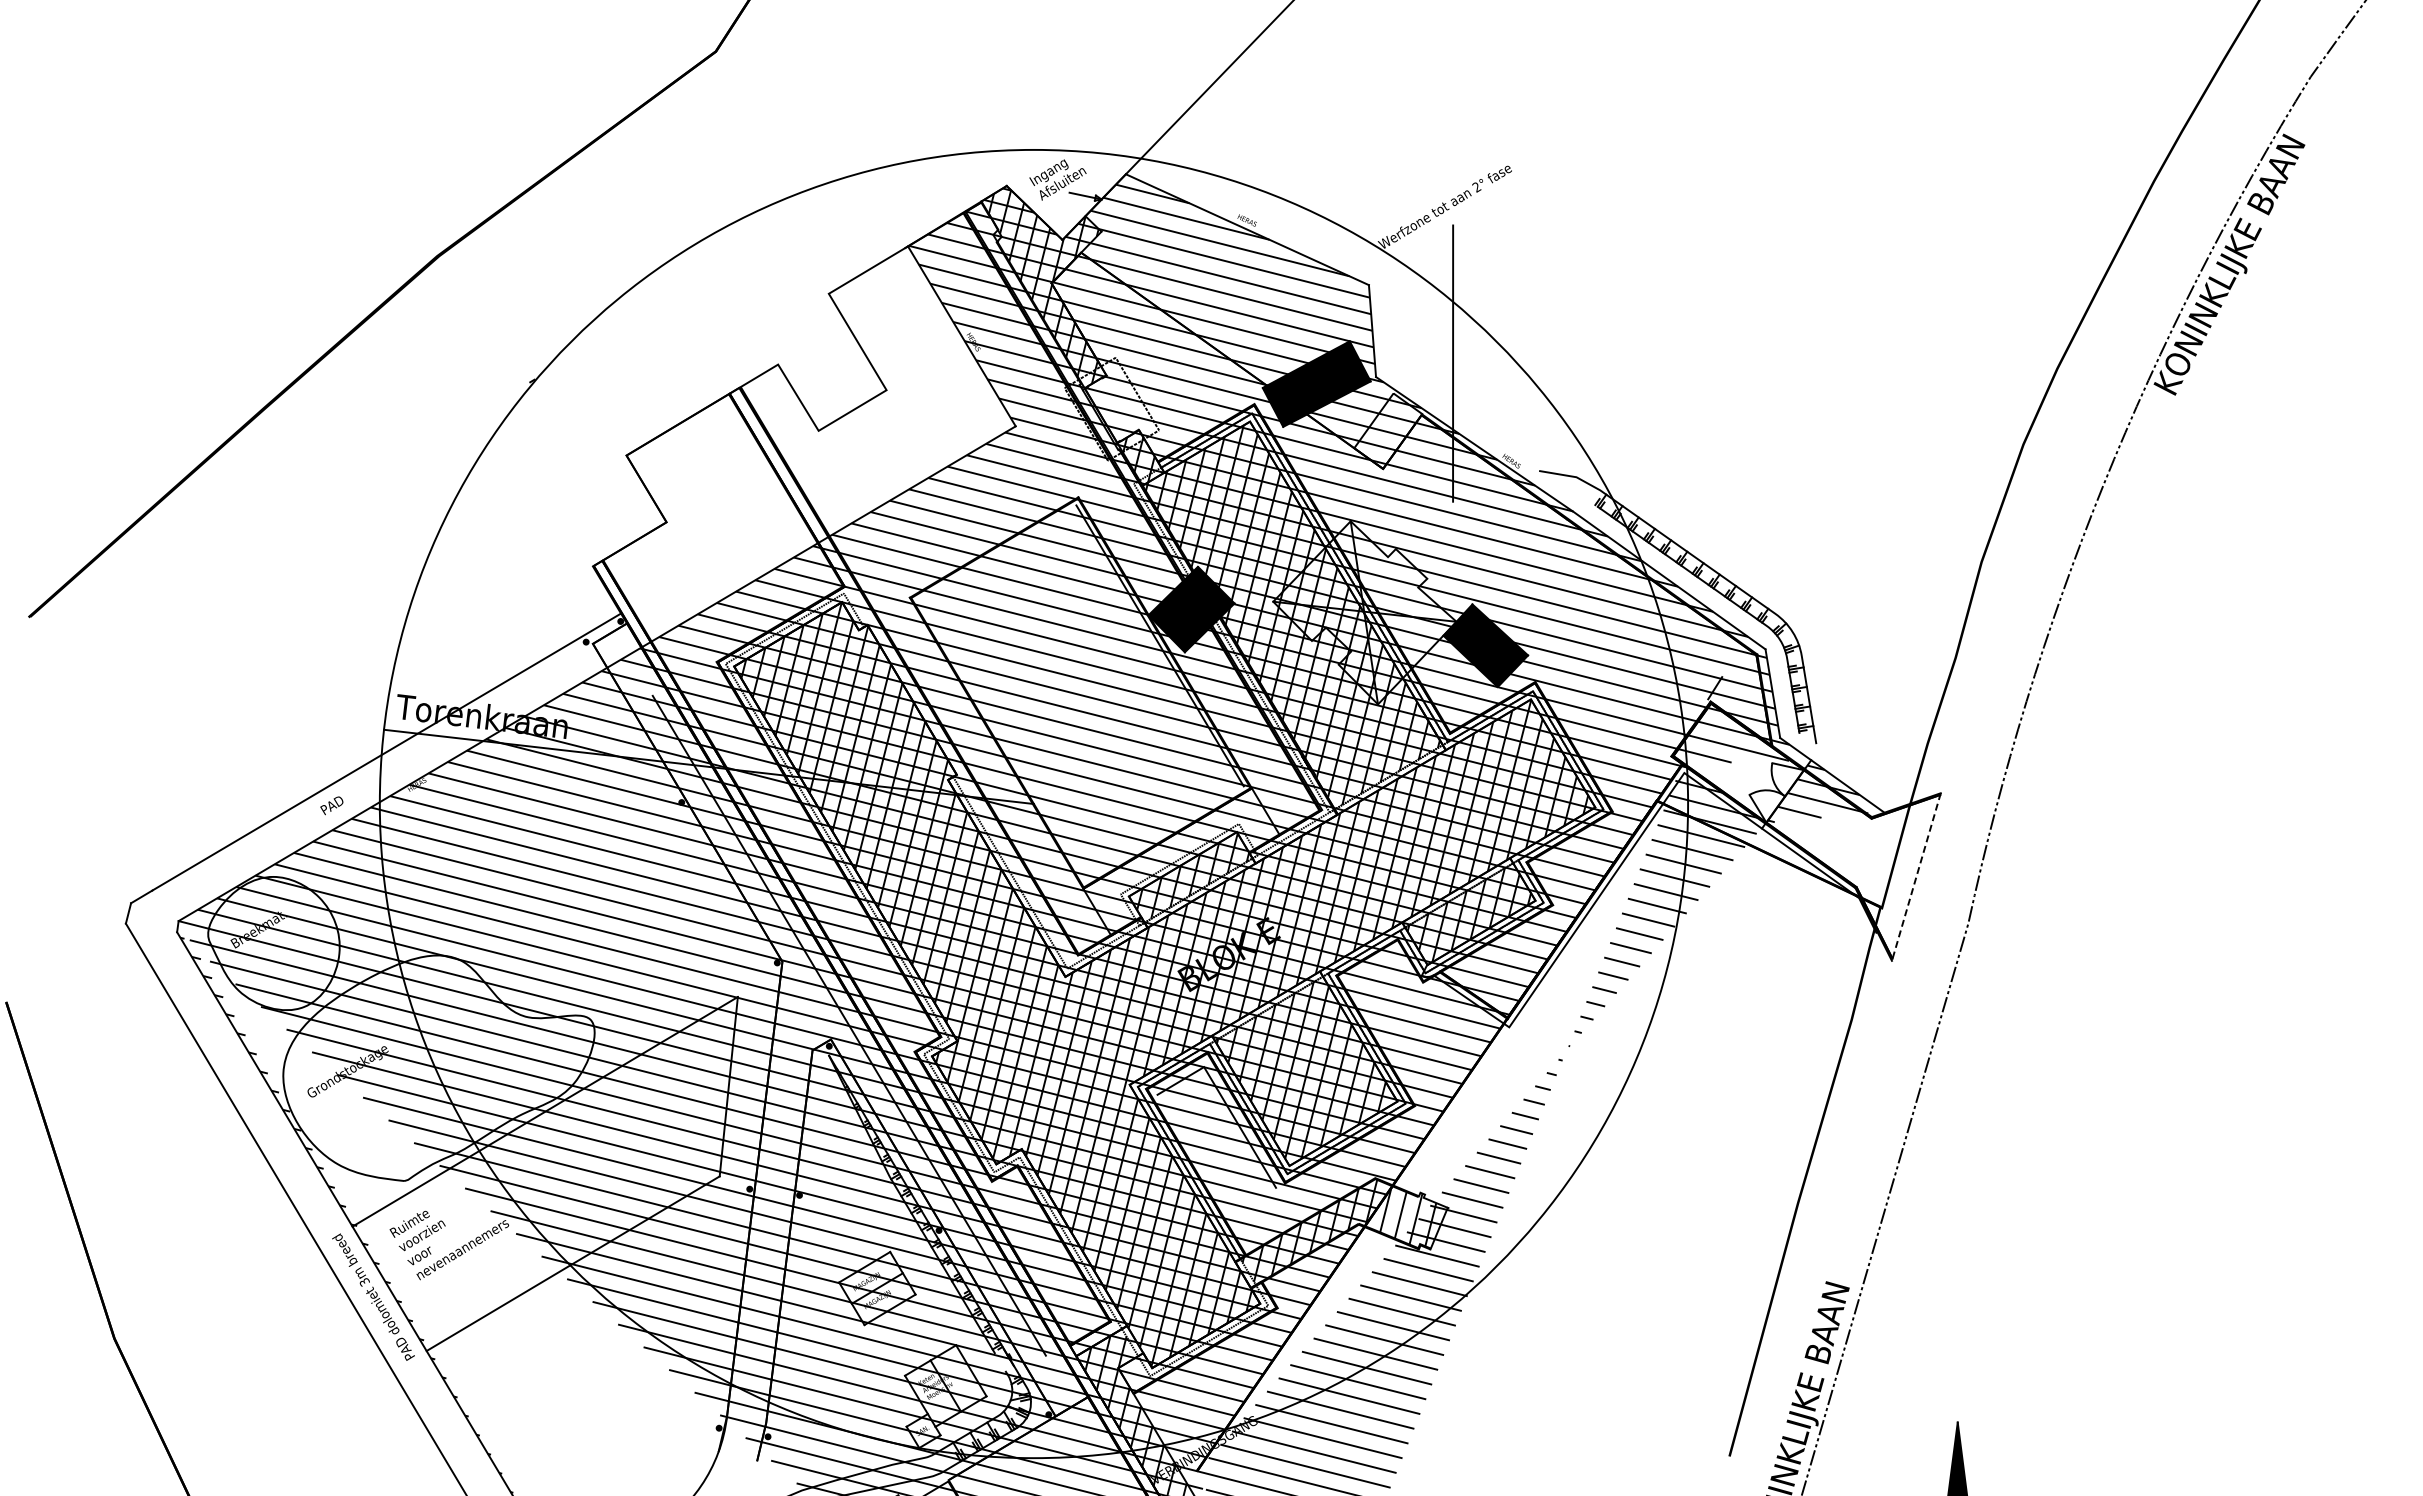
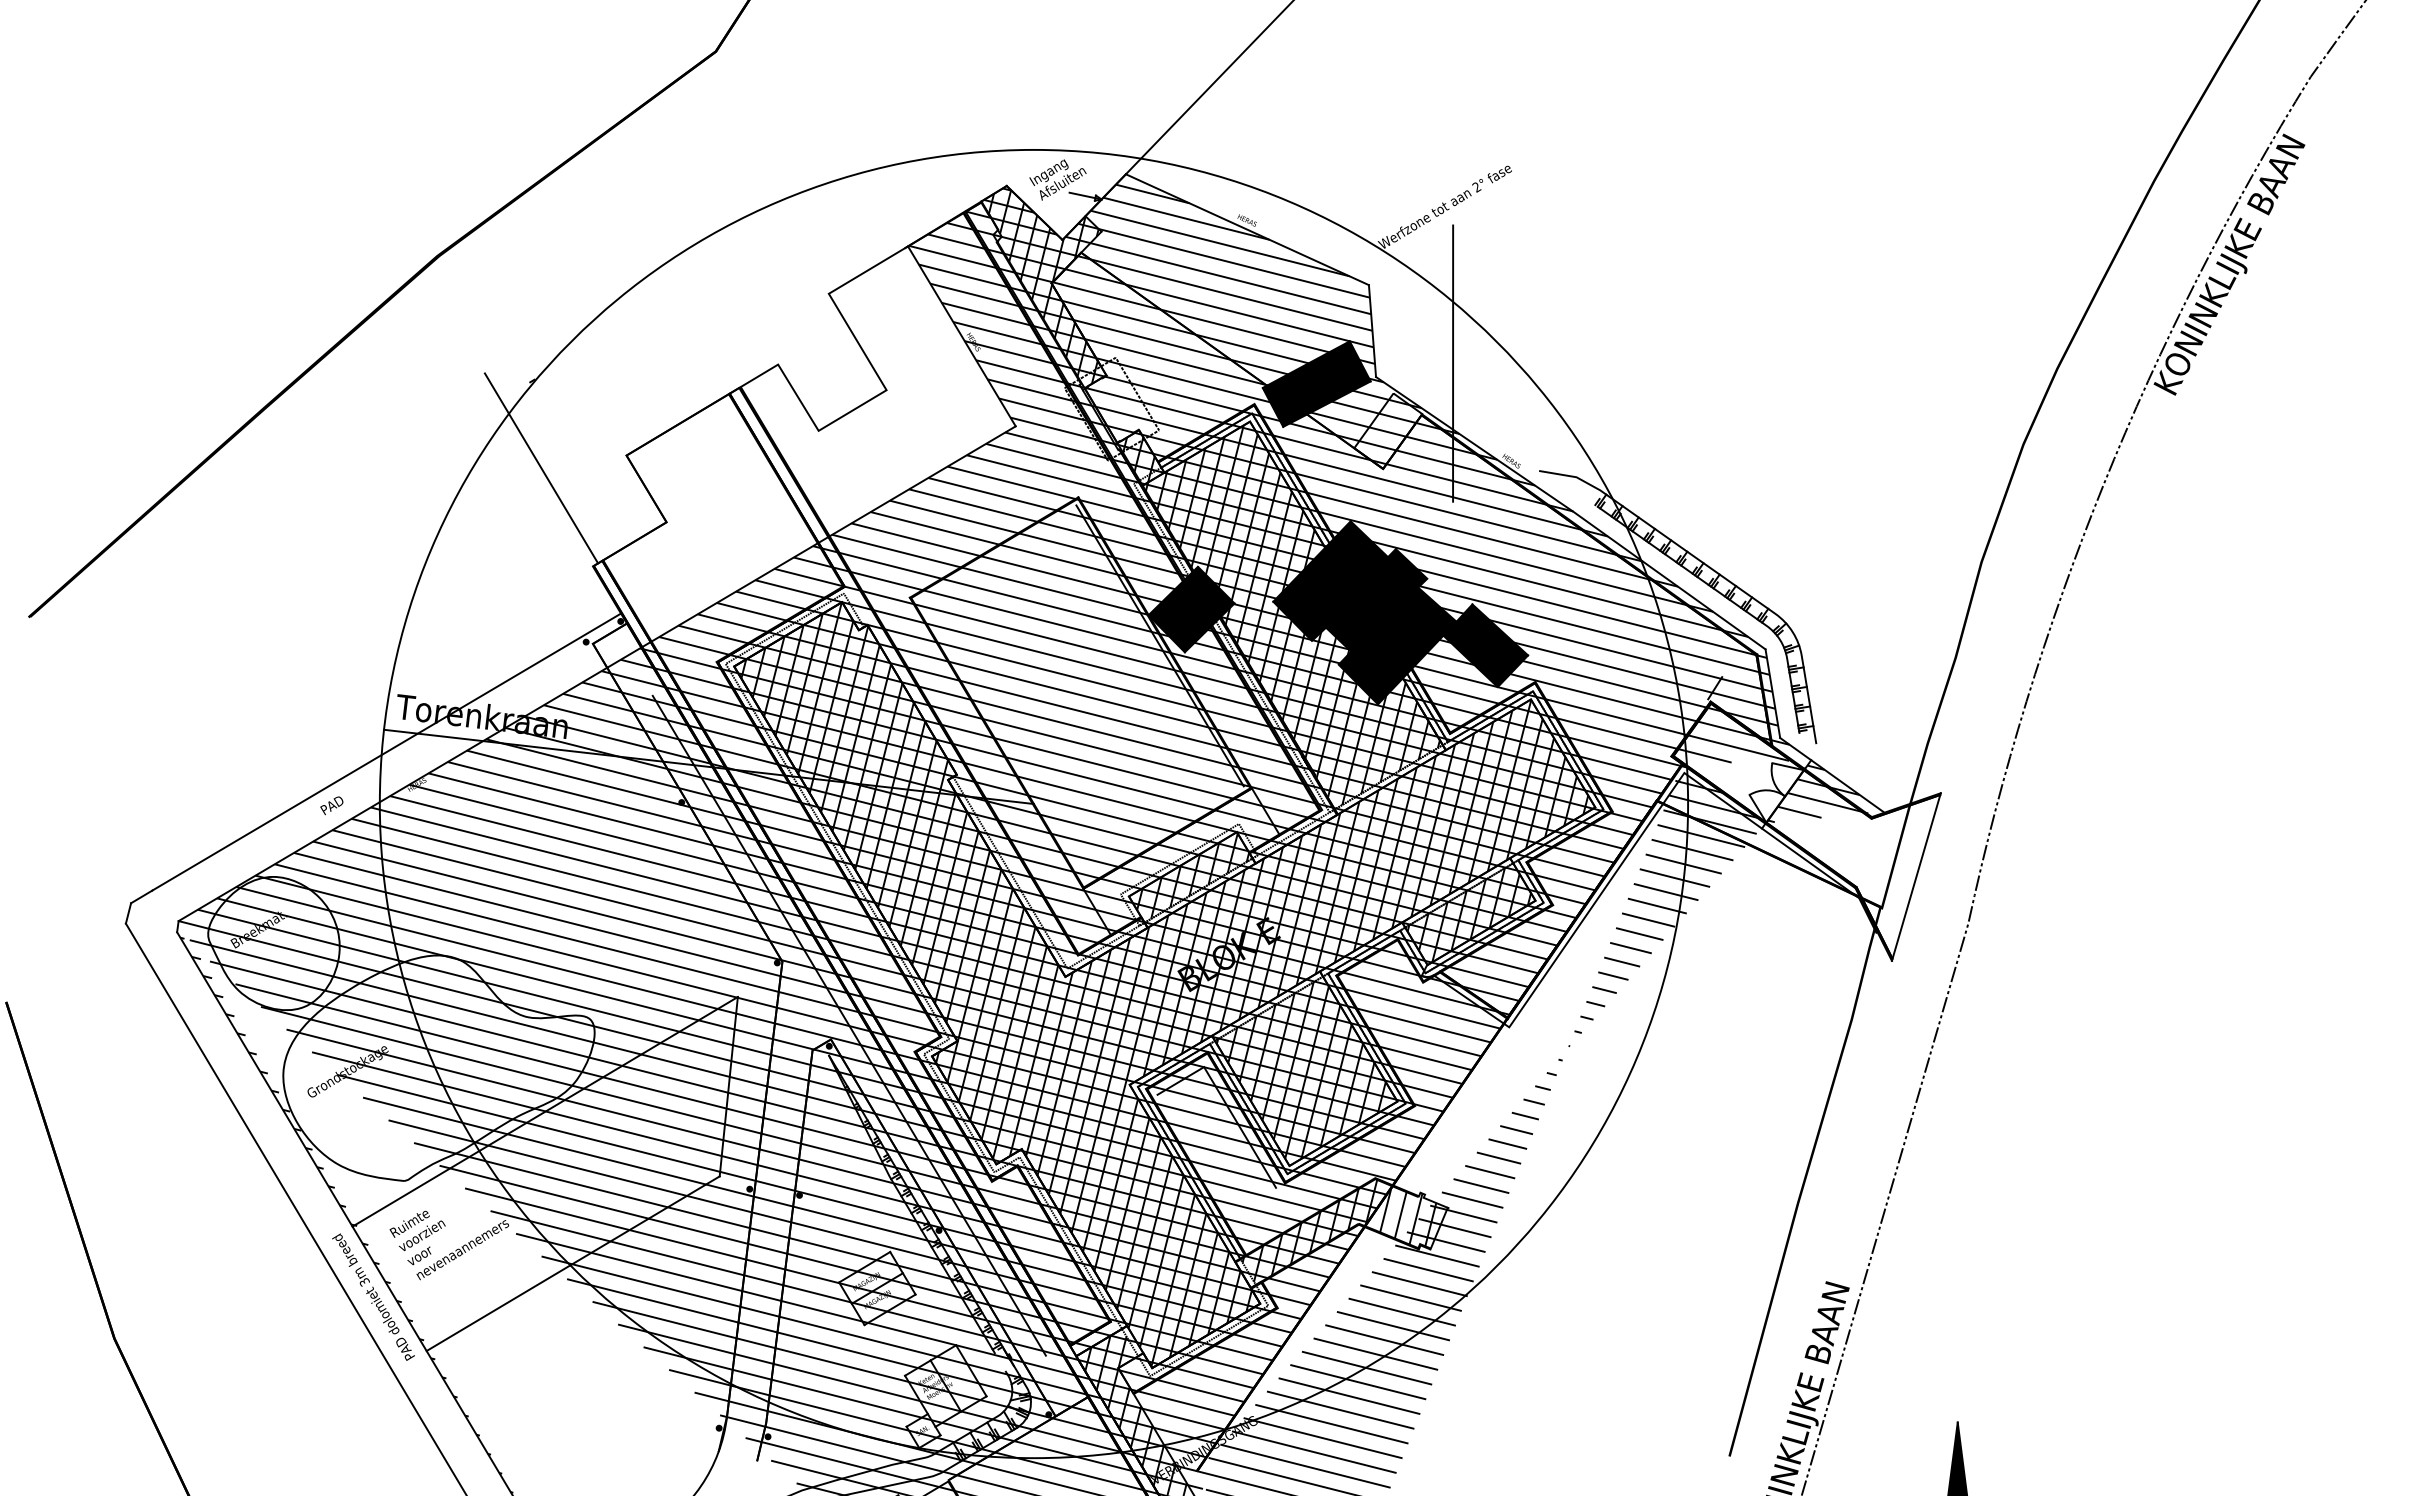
line at (541, 468): none -> present
fill at (1364, 612): none -> present
line at (1916, 877): dashed -> solid
